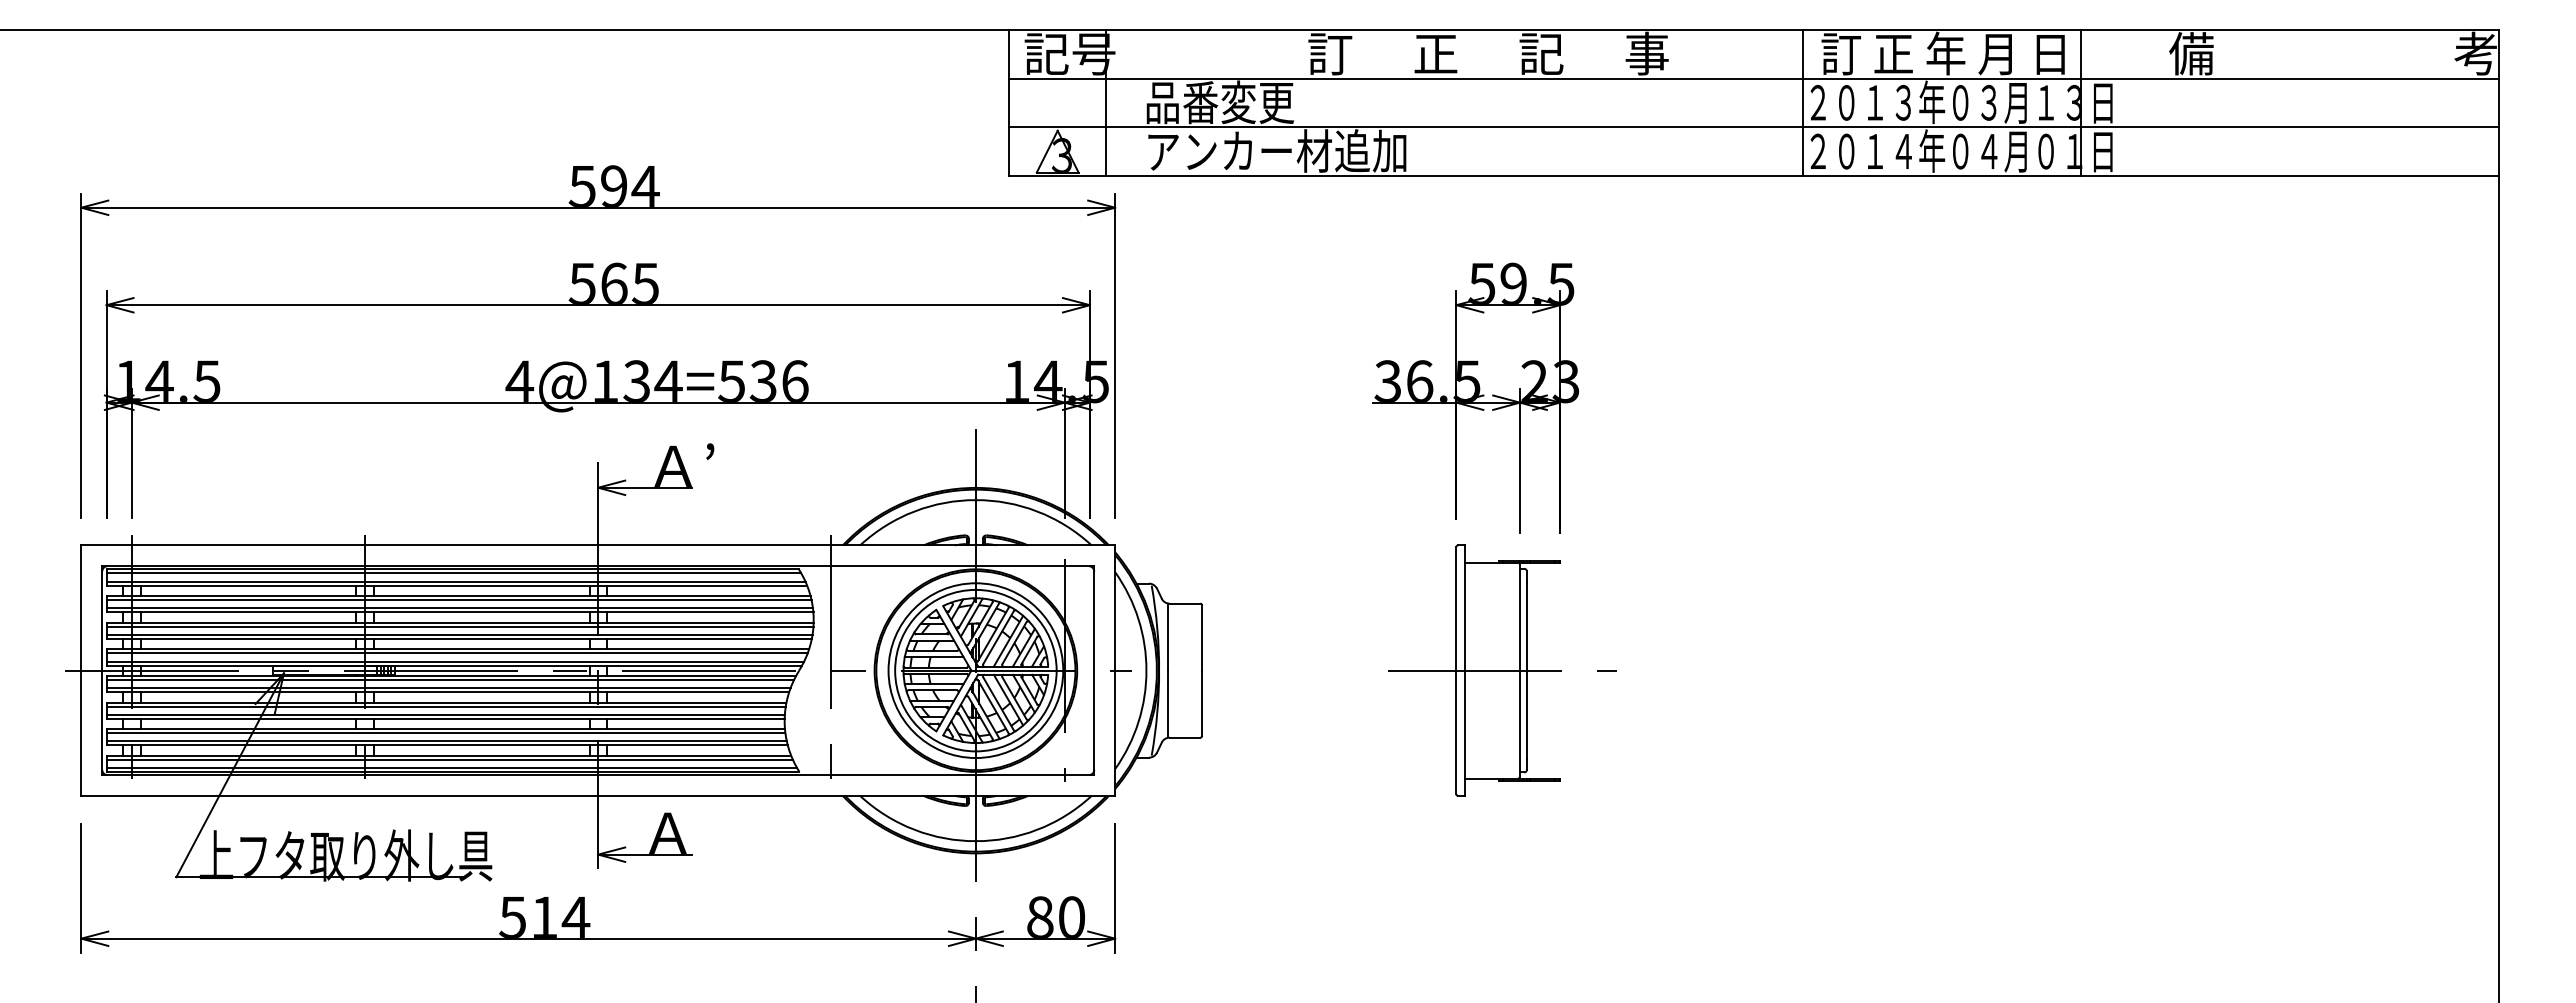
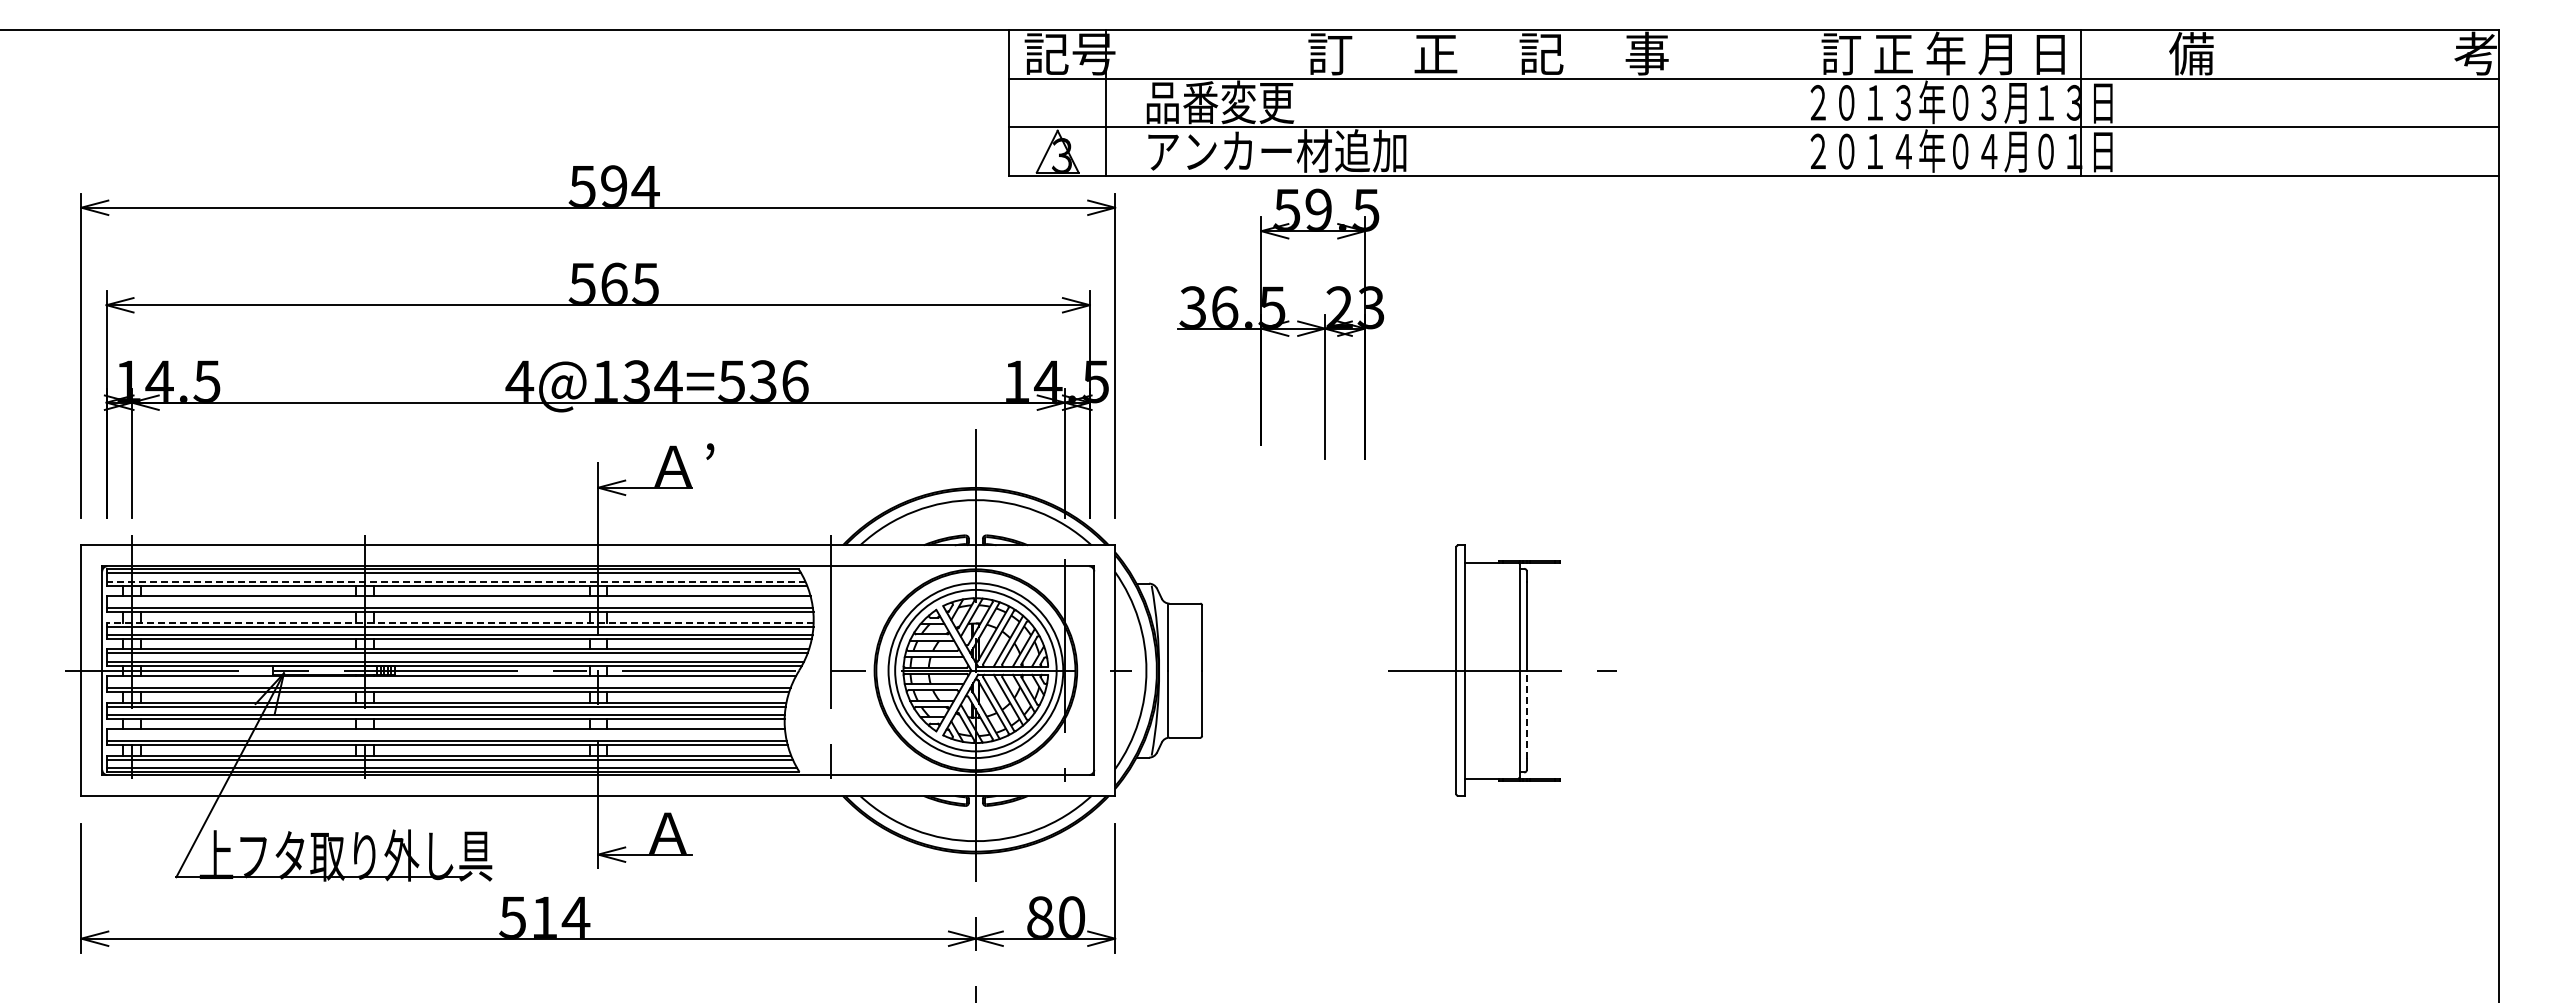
line at (1802, 102): present -> none
part at (1475, 397) position: (1475, 397) -> (1280, 323)
line at (455, 581): solid -> dashed
line at (458, 599): present -> none
line at (460, 622): solid -> dashed
line at (450, 679): present -> none
line at (1526, 714): solid -> dashed
line at (445, 733): present -> none
